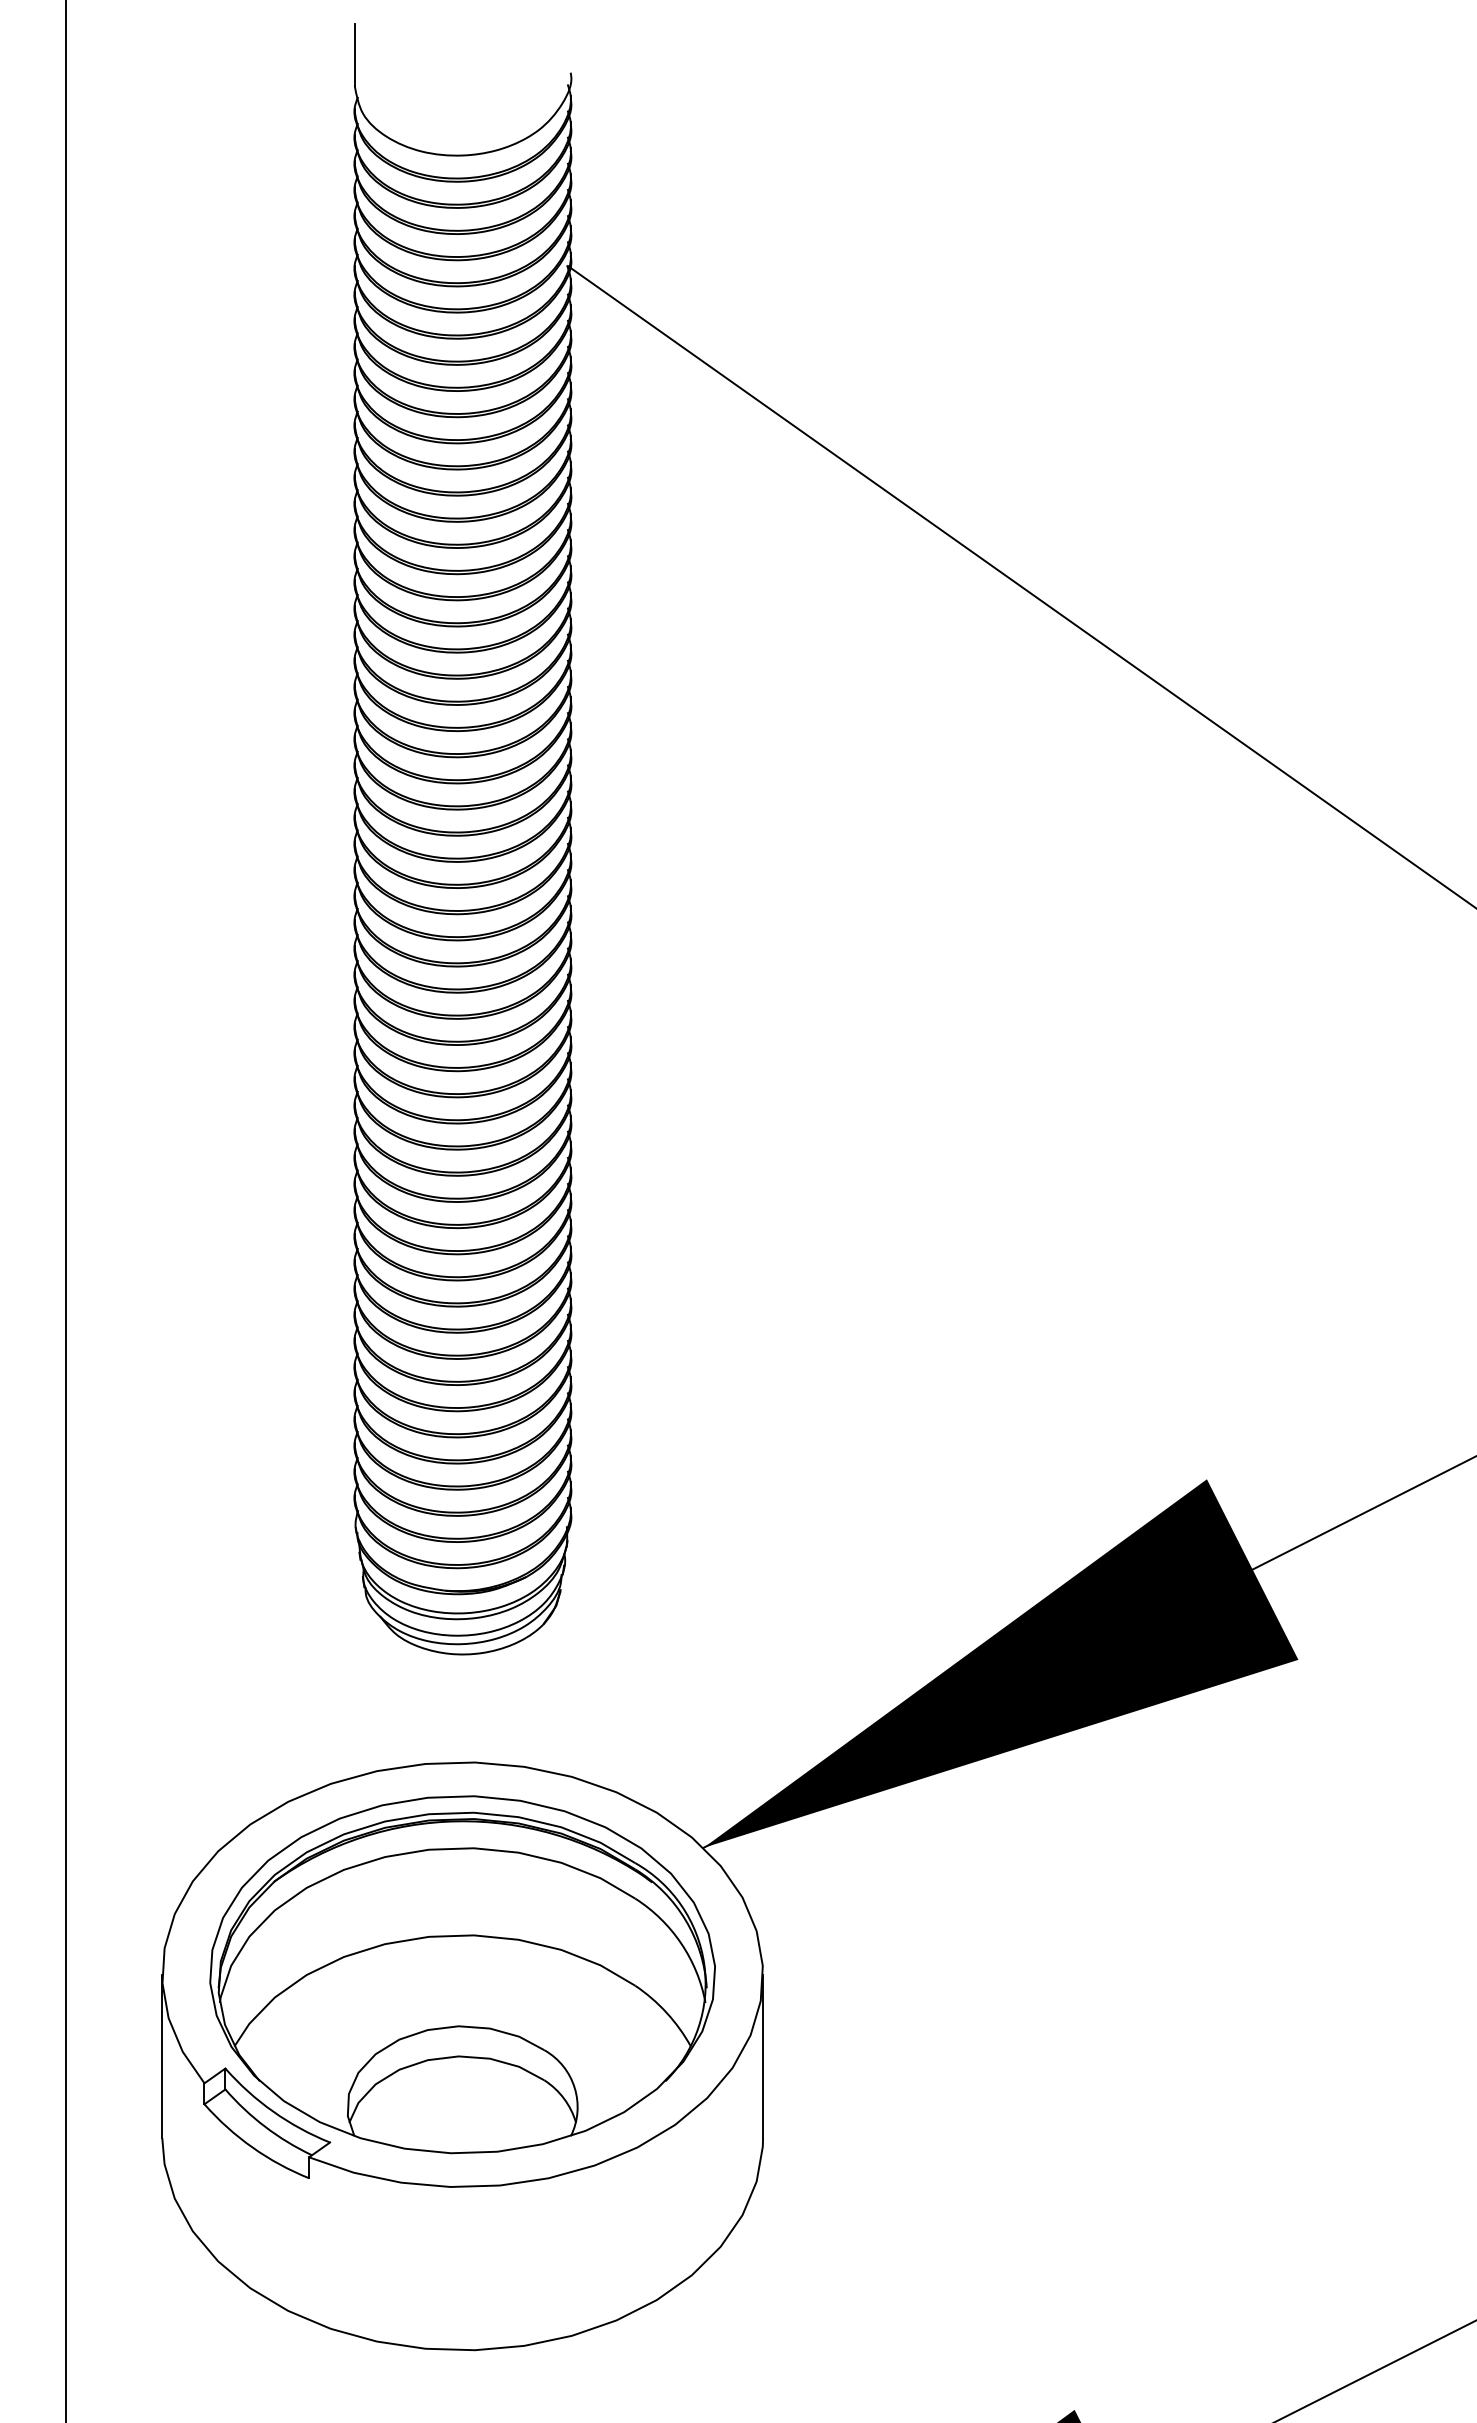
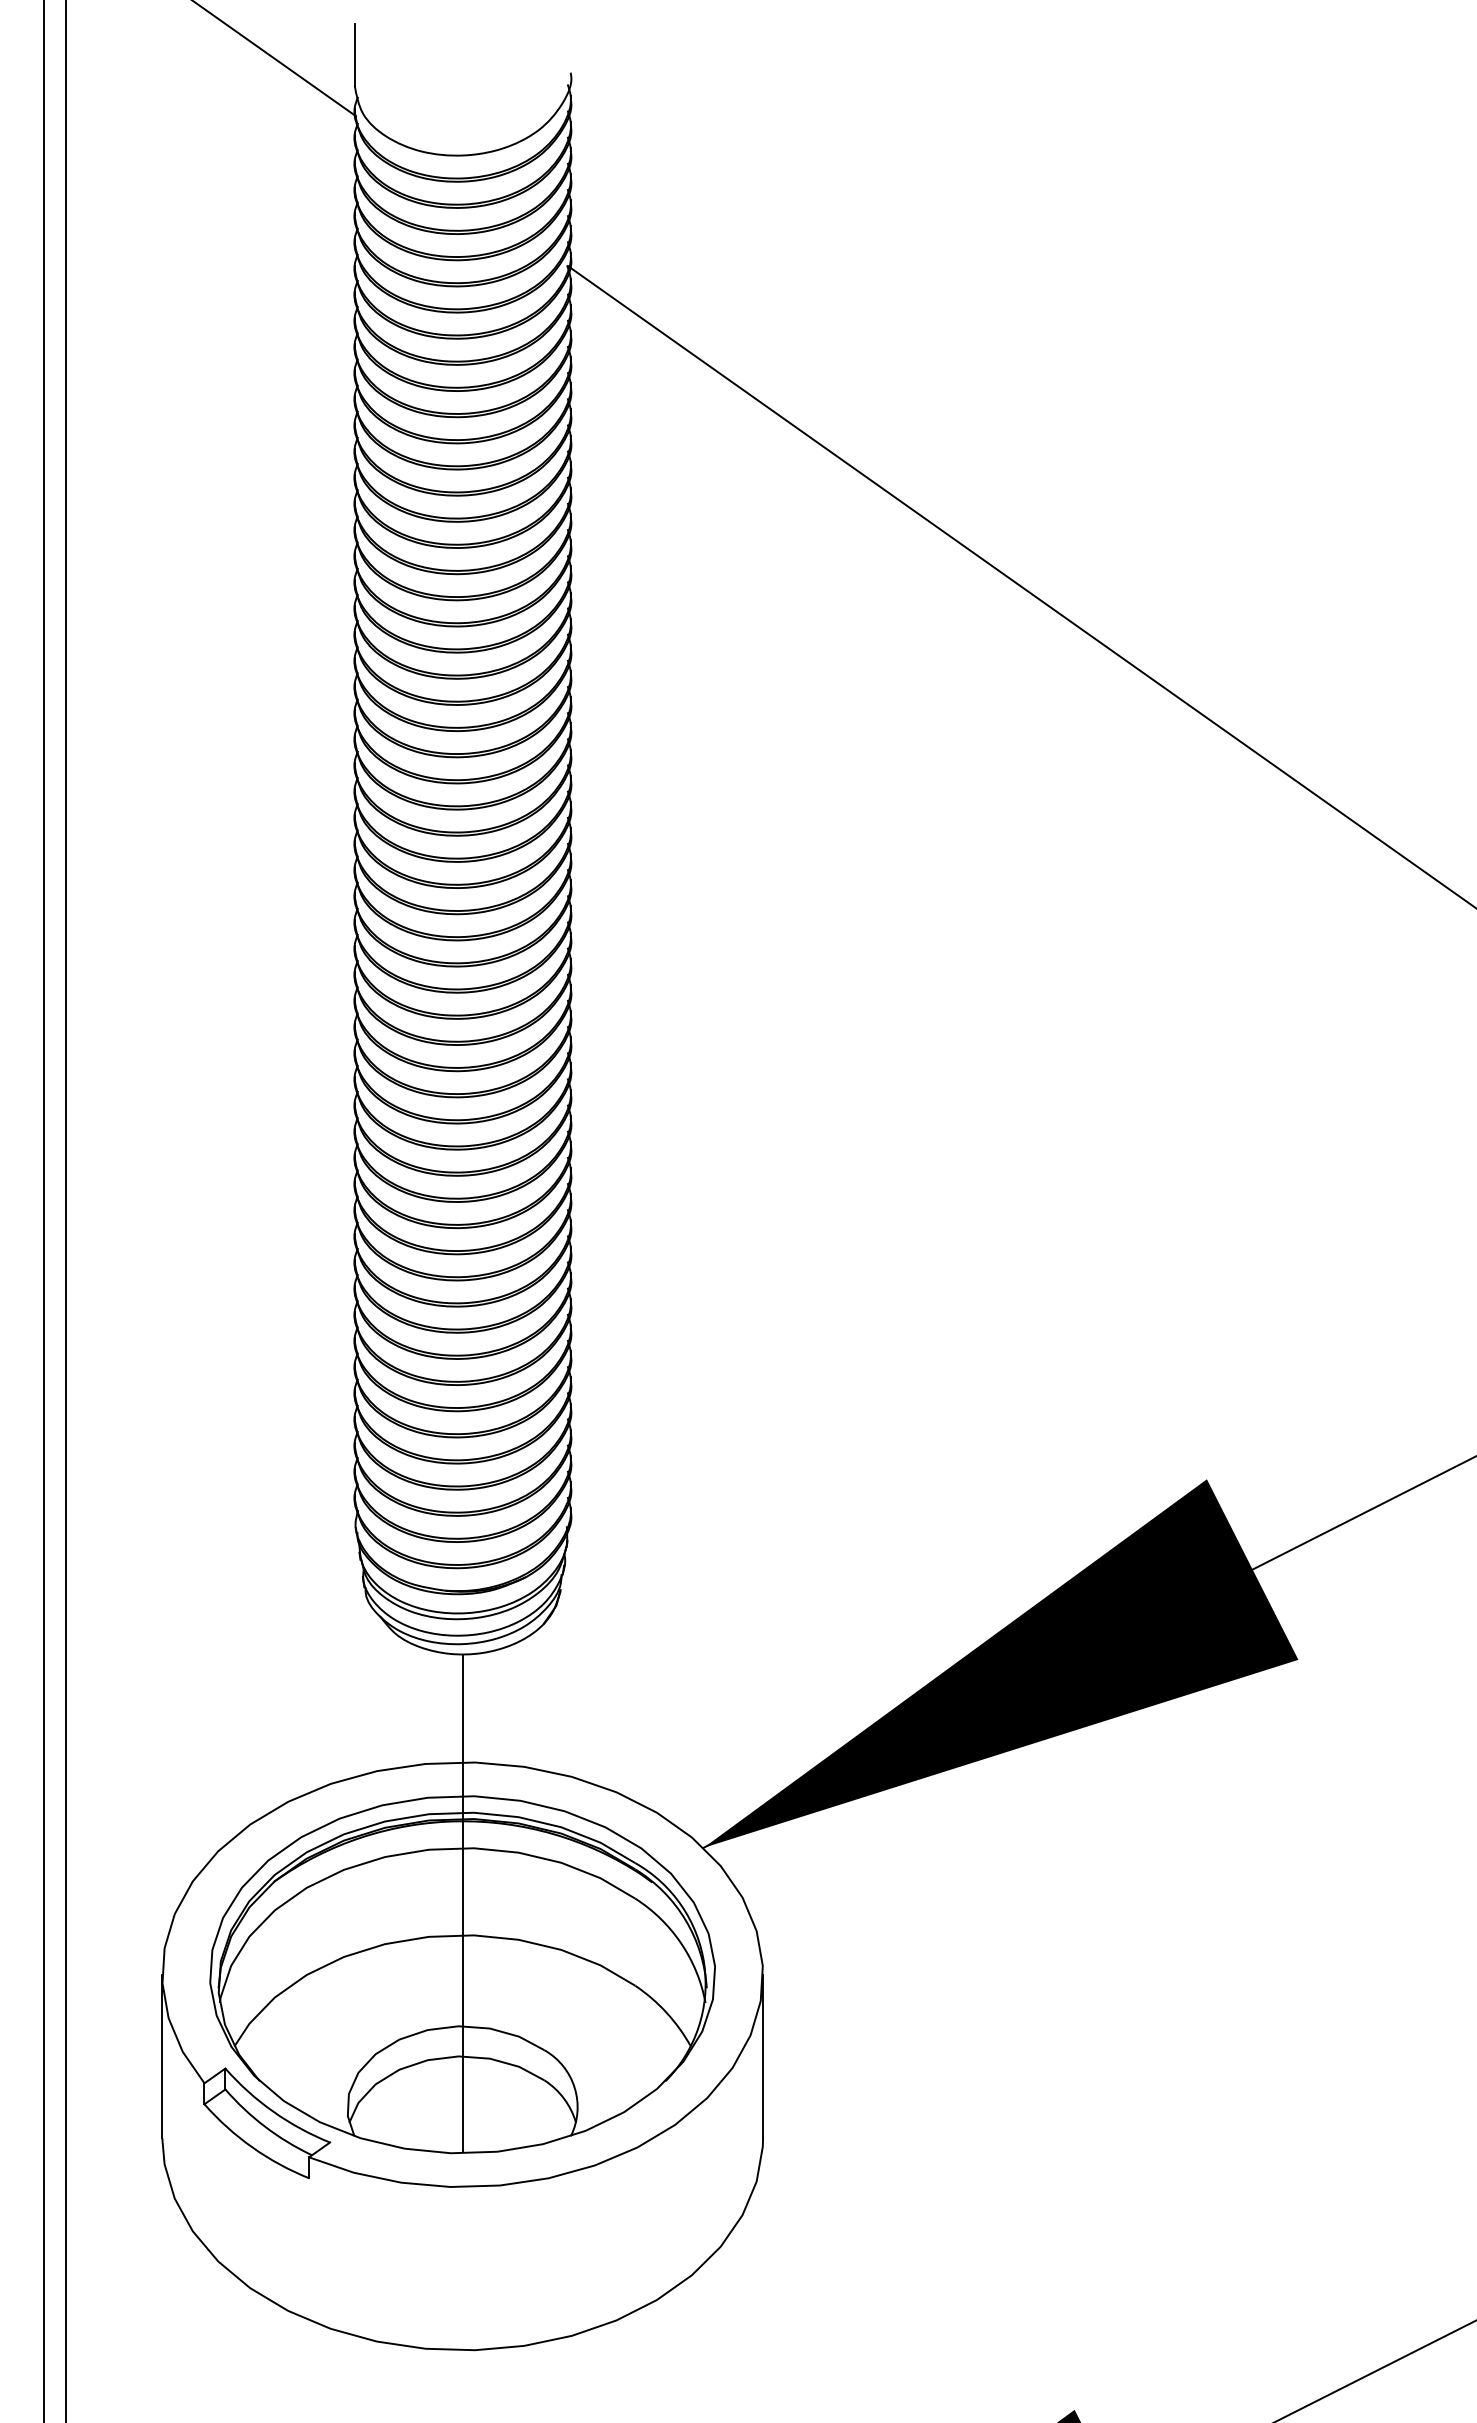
line at (275, 59): none -> present
line at (44, 1210): none -> present
line at (462, 1903): none -> present
